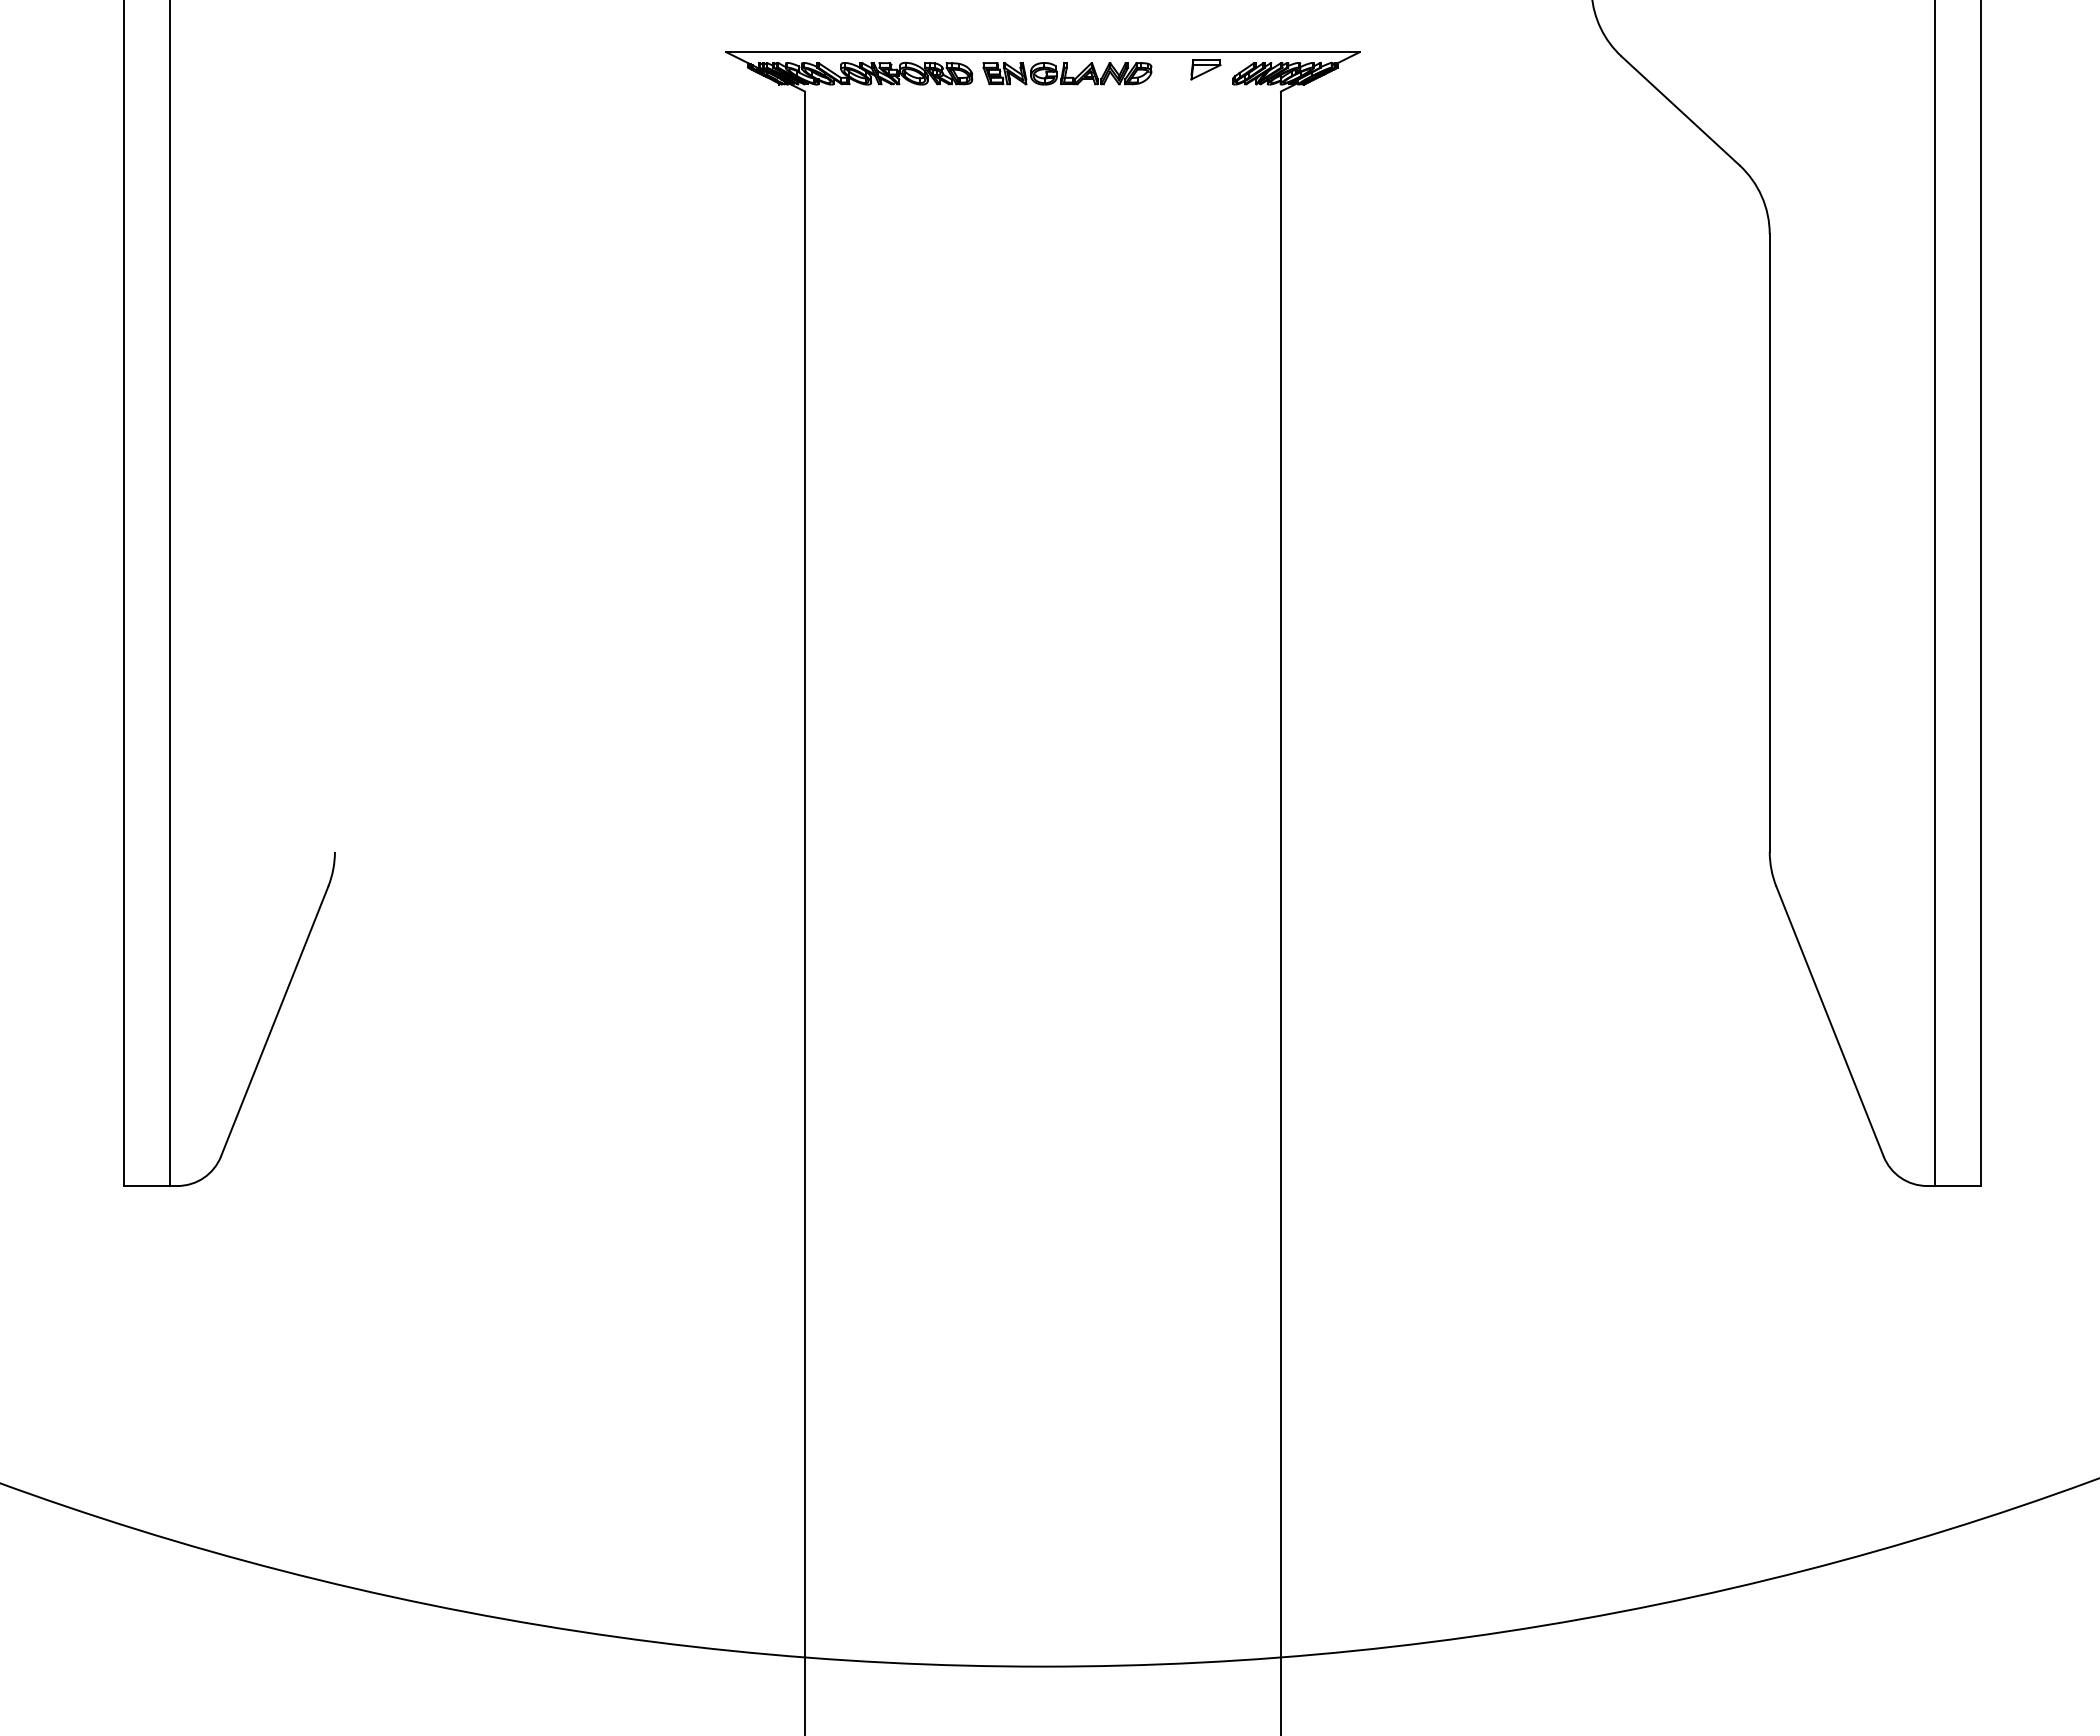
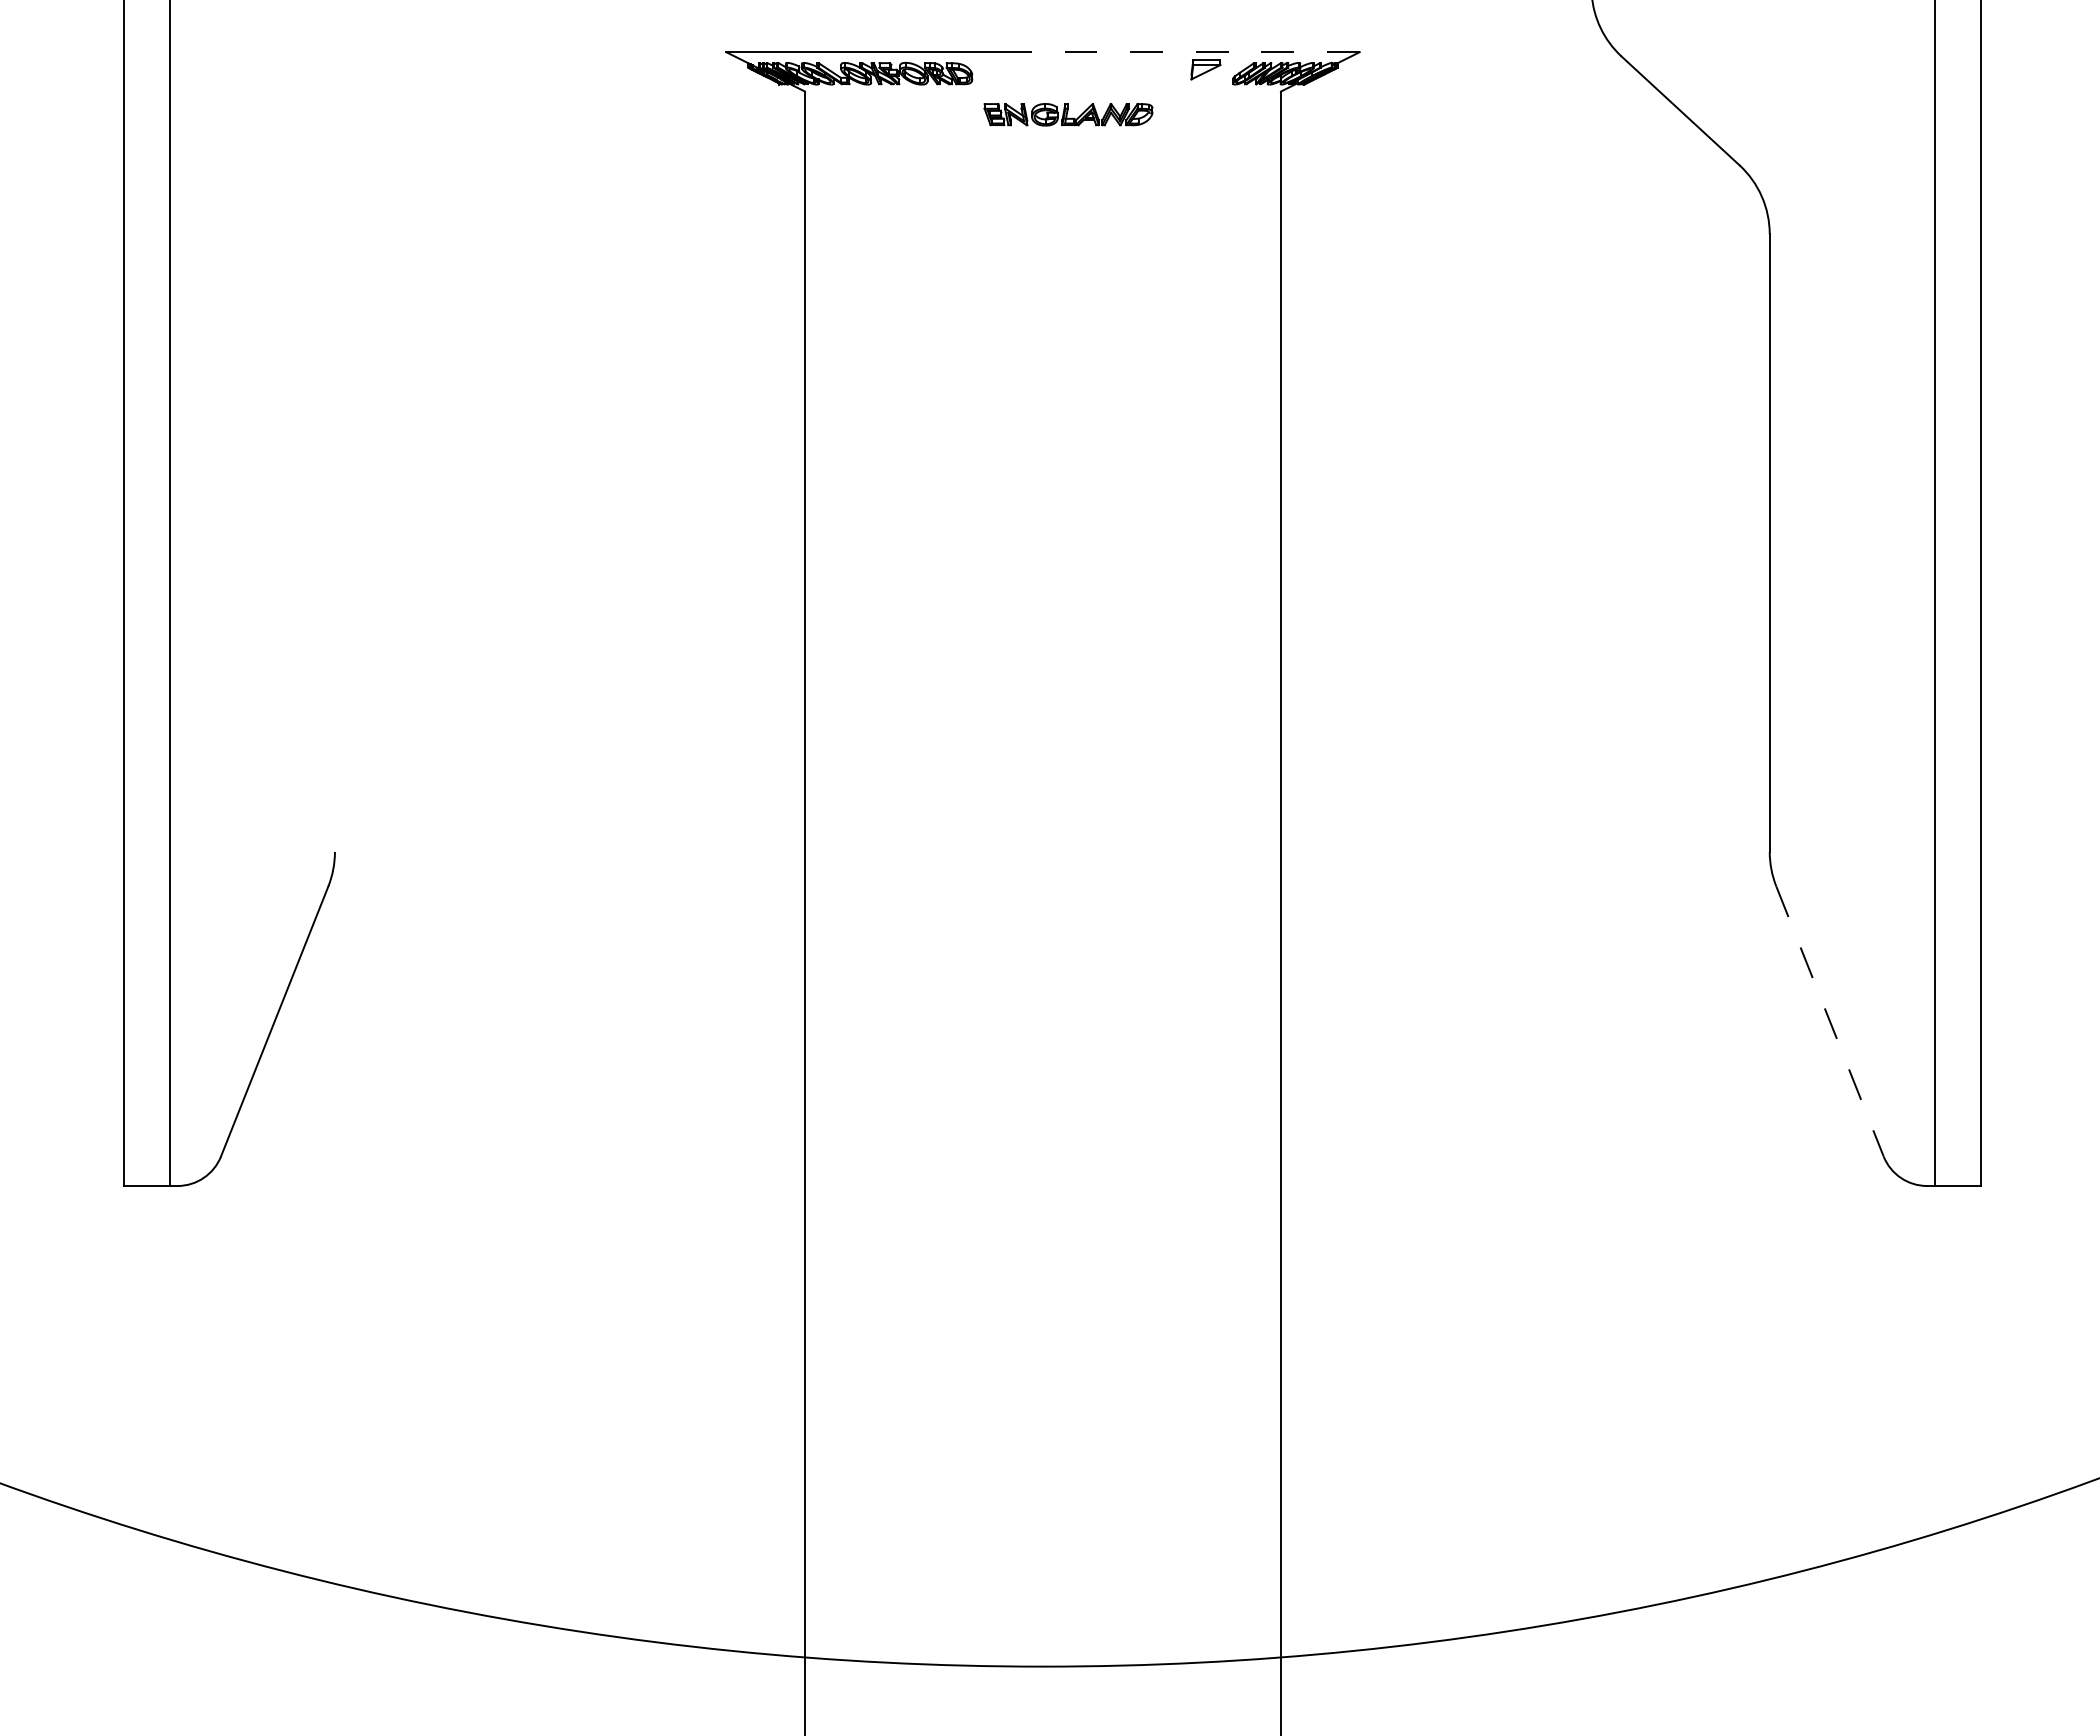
line at (1181, 52): solid -> dashed
part at (1067, 73) position: (1067, 73) -> (1068, 114)
line at (1830, 1021): solid -> dashed
